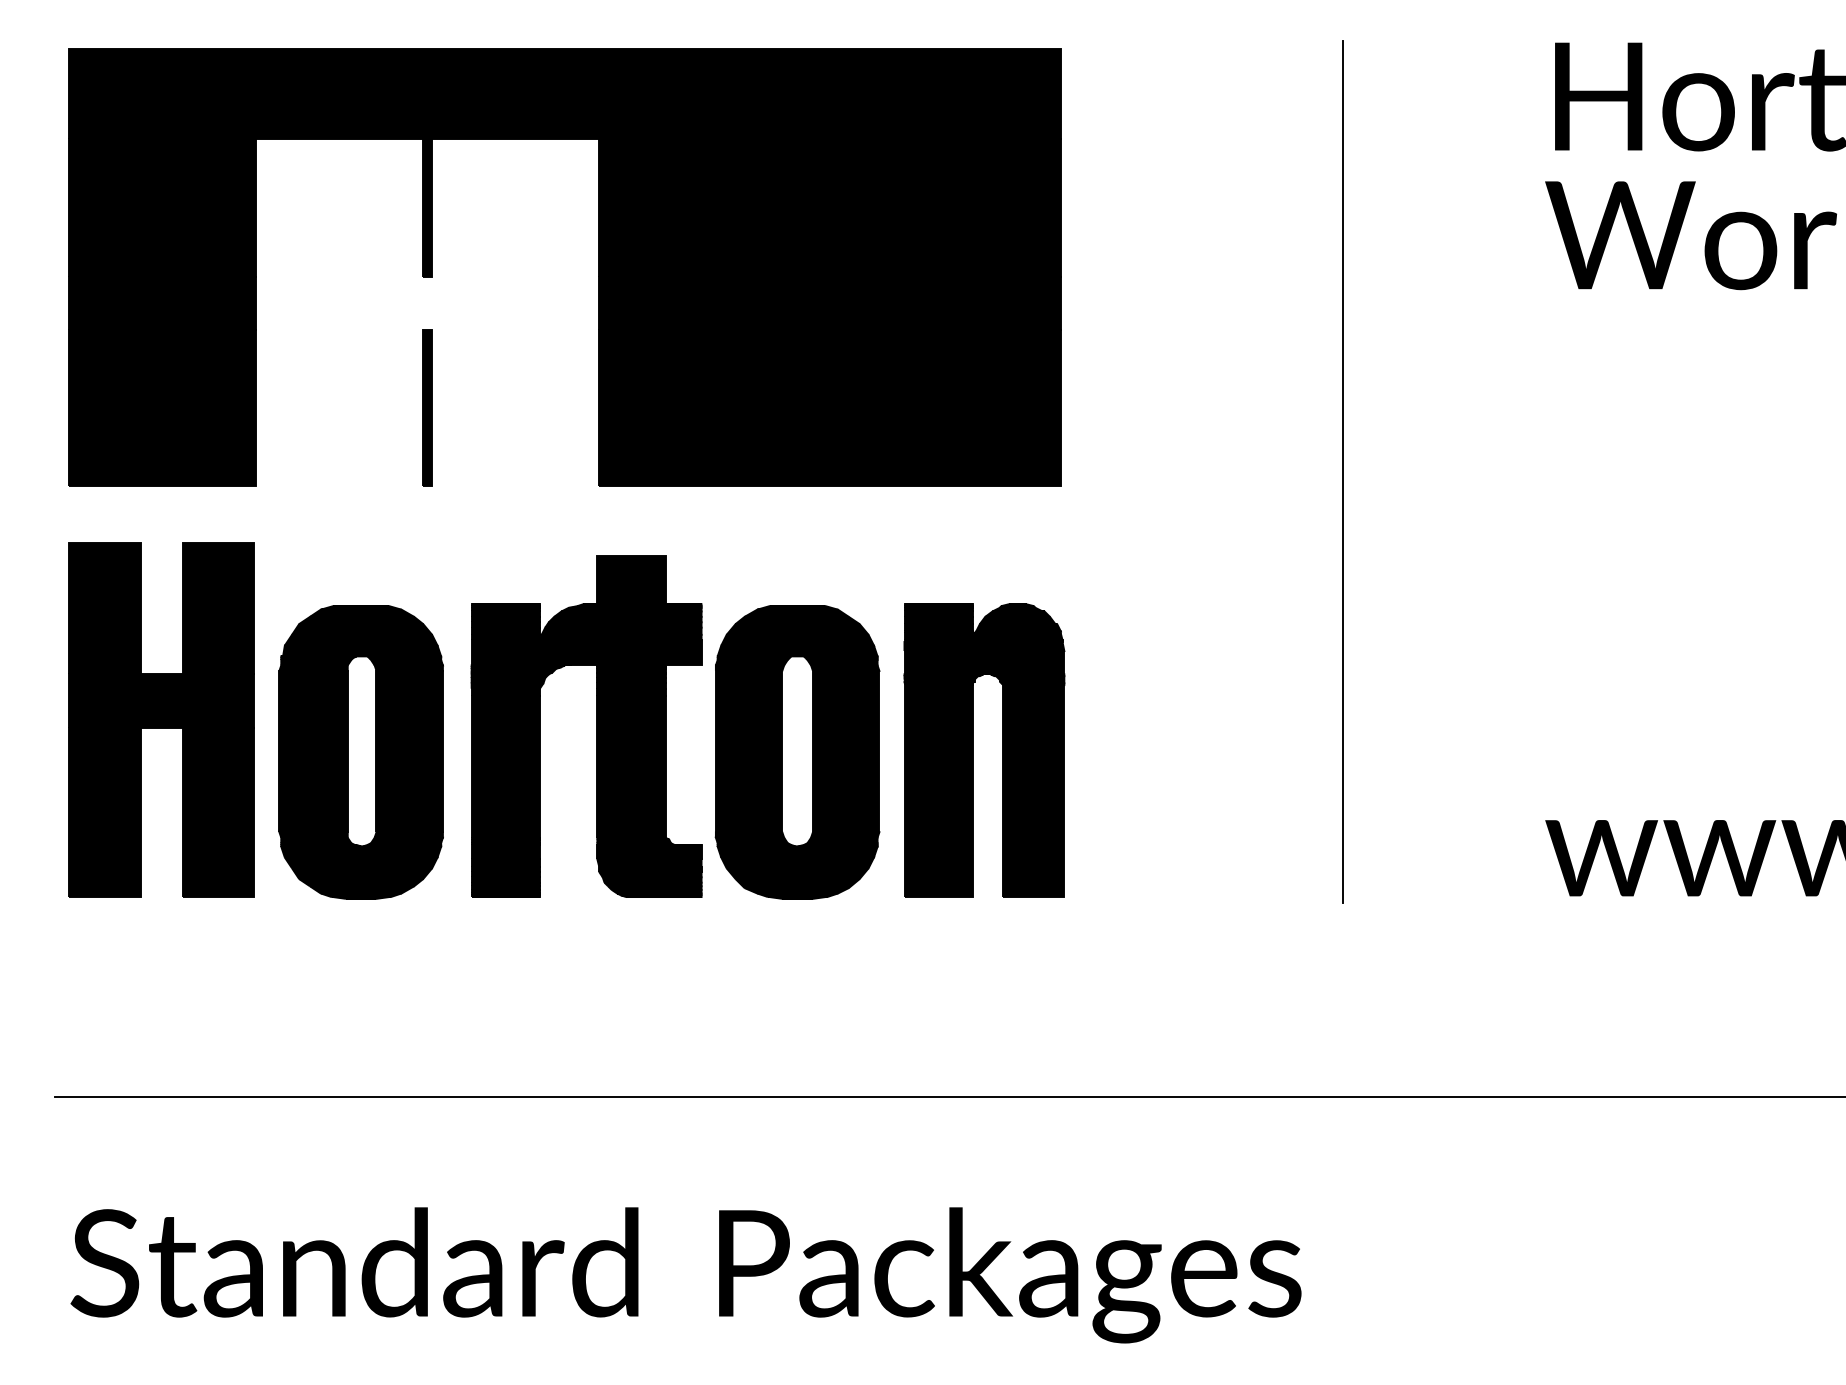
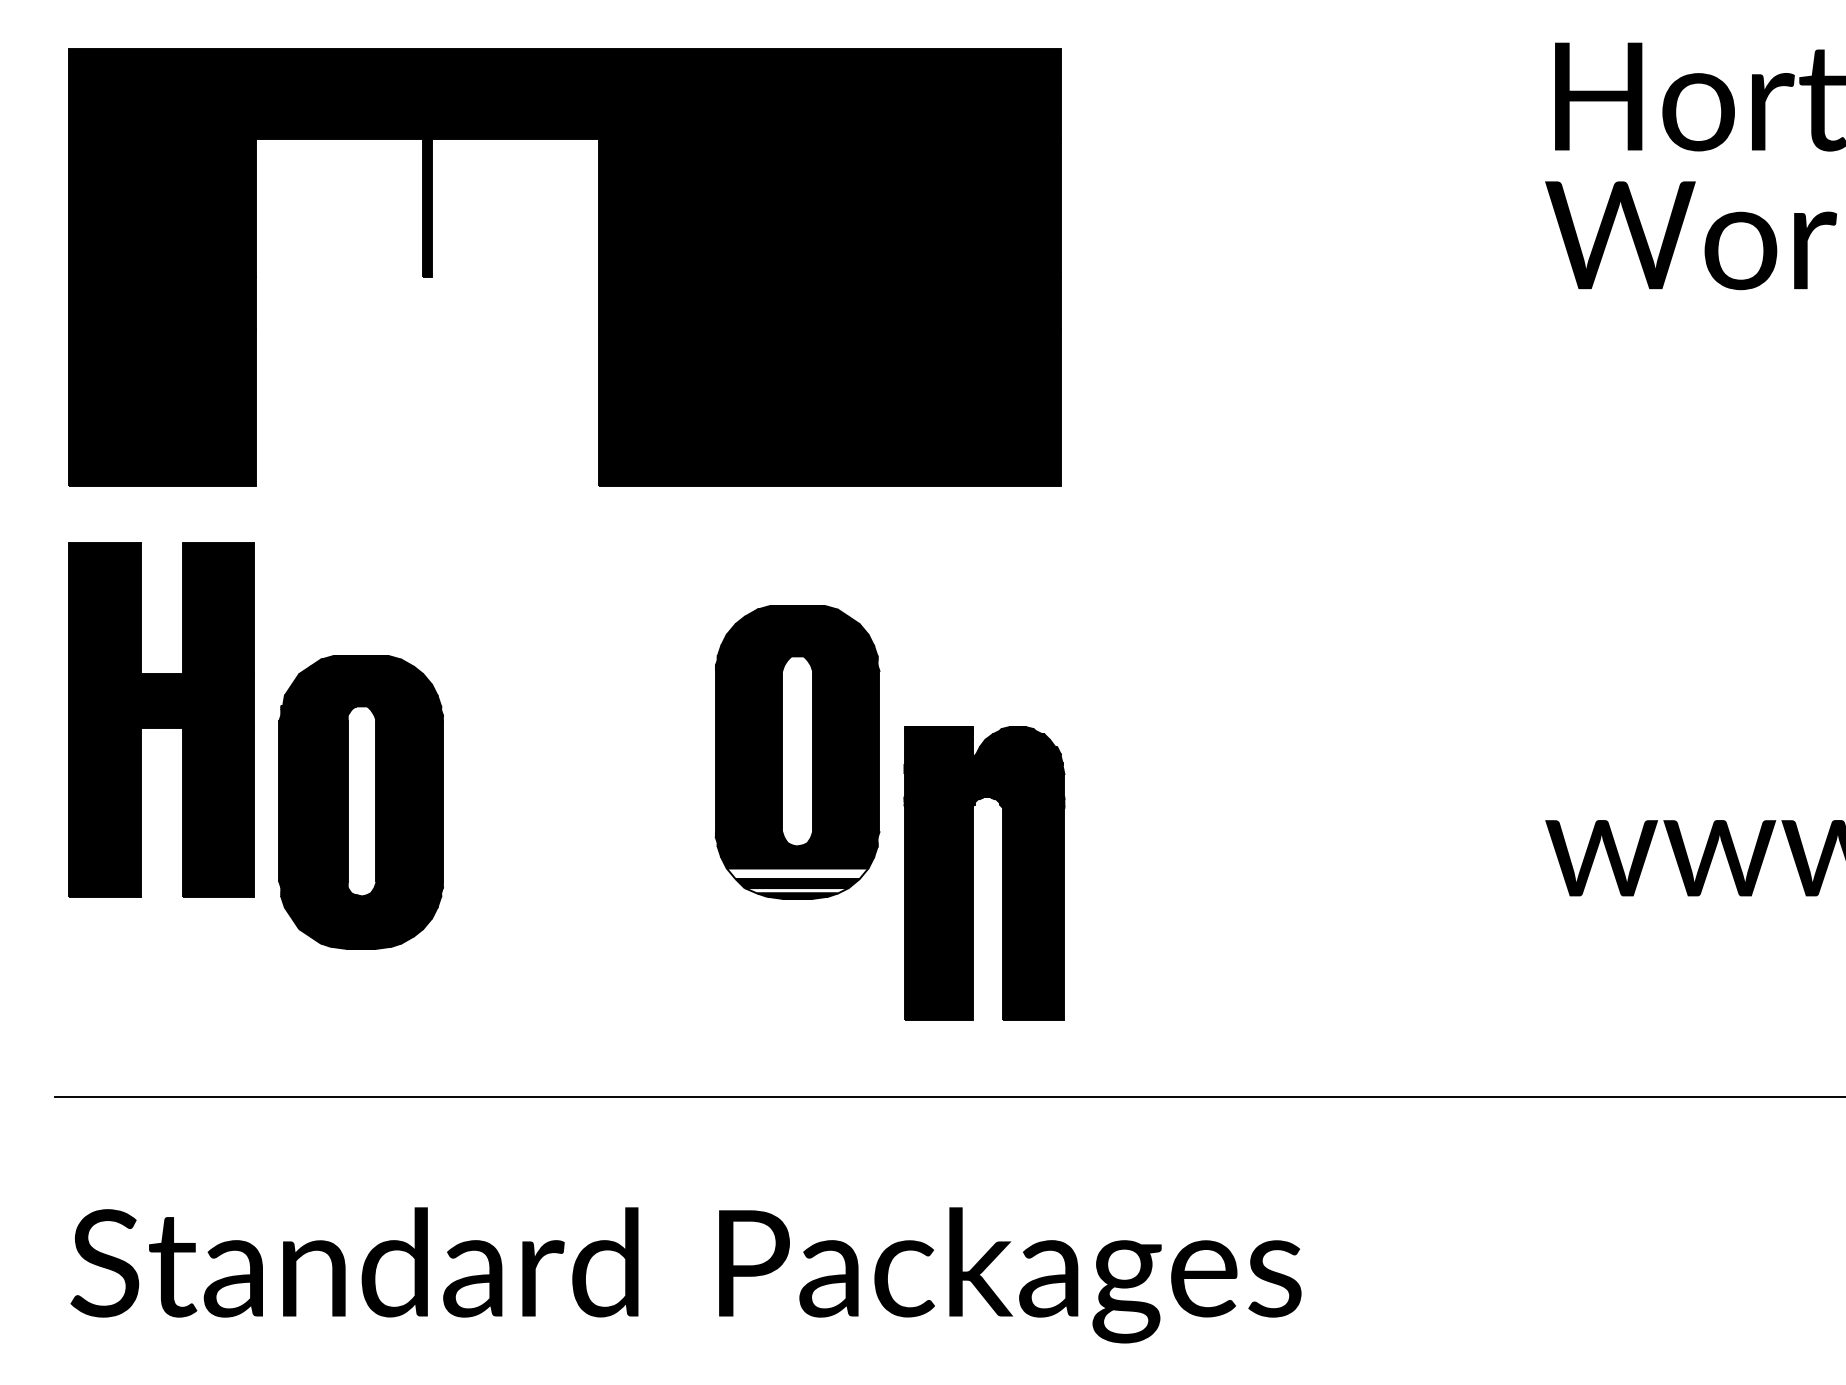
part at (427, 407): present -> none
line at (1343, 472): present -> none
part at (596, 726): present -> none
part at (973, 750) position: (973, 750) -> (973, 873)
part at (360, 752) position: (360, 752) -> (360, 802)
fill at (797, 873): present -> none
fill at (796, 890): present -> none
